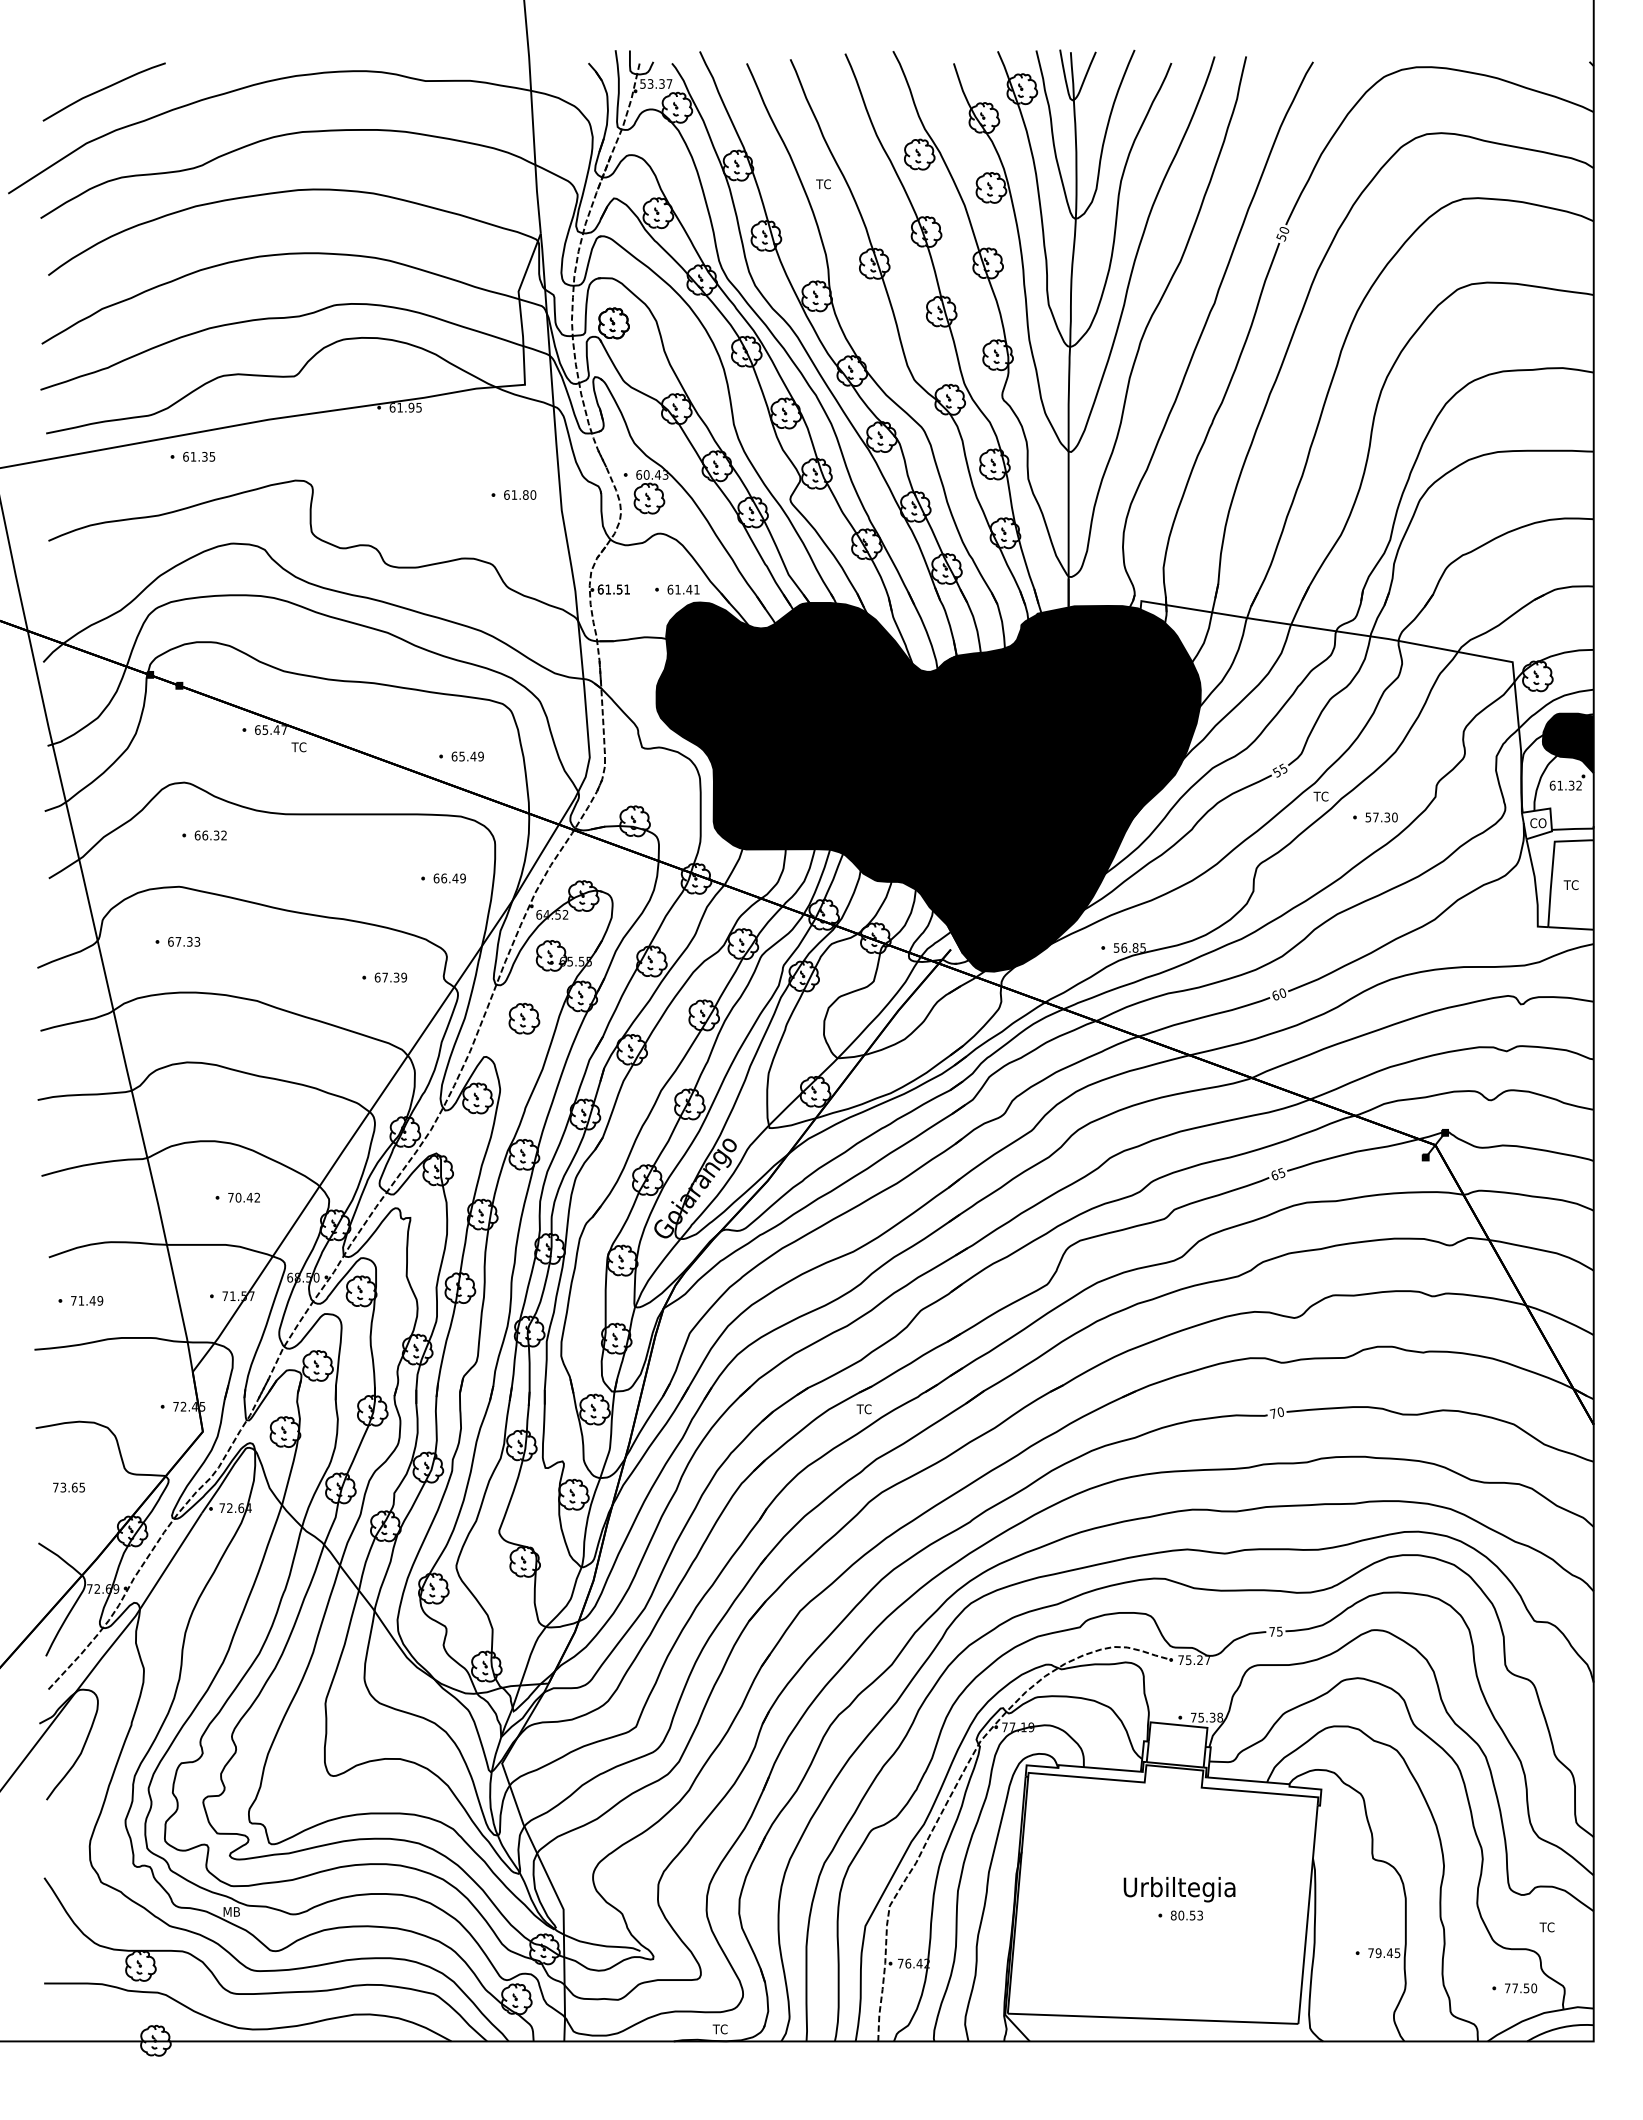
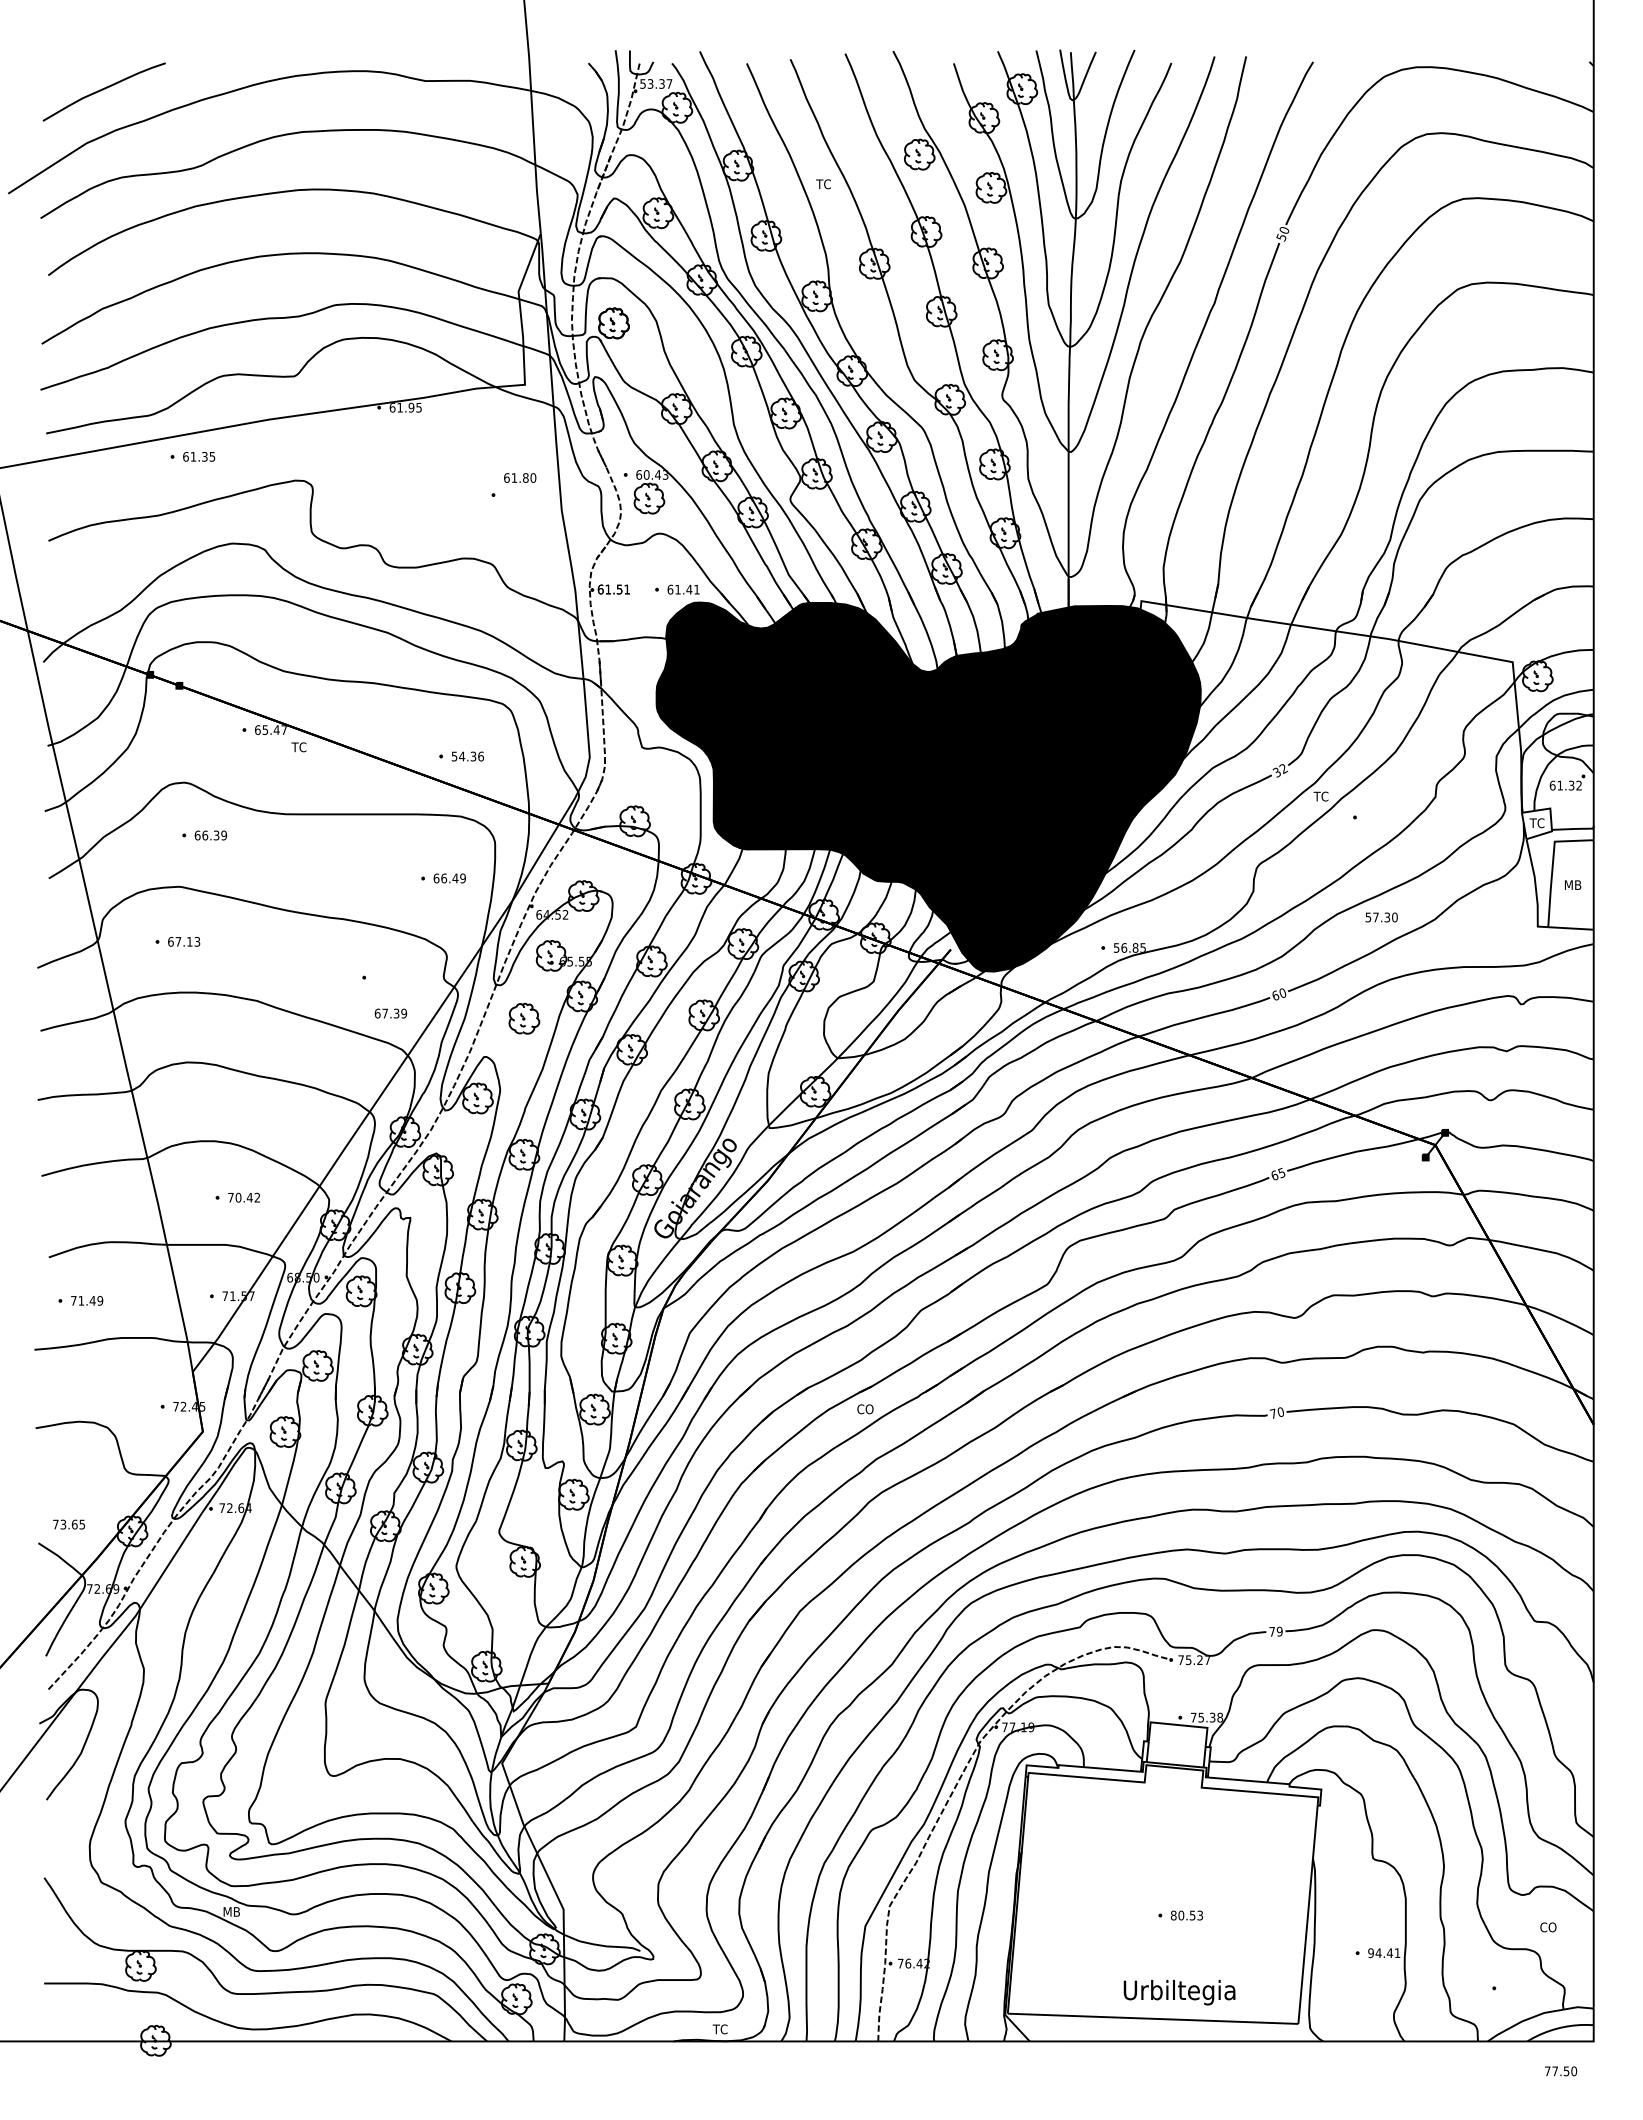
text at (520, 494) position: (520, 494) -> (520, 477)
fill at (1567, 743): present -> none
text at (467, 756): 65.49 -> 54.36
text at (1280, 768): 55 -> 32
text at (1381, 817) position: (1381, 817) -> (1381, 917)
text at (1537, 823): CO -> TC
text at (224, 835): 66.32 -> 66.39
text at (1572, 885): TC -> MB
text at (189, 941): 67.33 -> 67.13
text at (390, 977) position: (390, 977) -> (390, 1013)
text at (864, 1409): TC -> CO
text at (68, 1487) position: (68, 1487) -> (68, 1524)
text at (1279, 1631): 75 -> 79
text at (1179, 1889) position: (1179, 1889) -> (1179, 1992)
text at (1547, 1927): TC -> CO
text at (1384, 1953): 79.45 -> 94.41
text at (1521, 1988) position: (1521, 1988) -> (1561, 2071)
